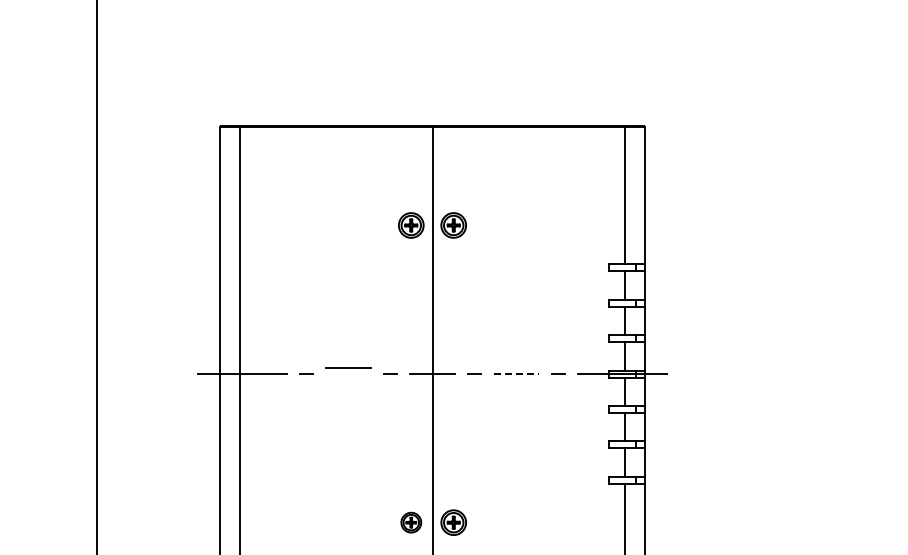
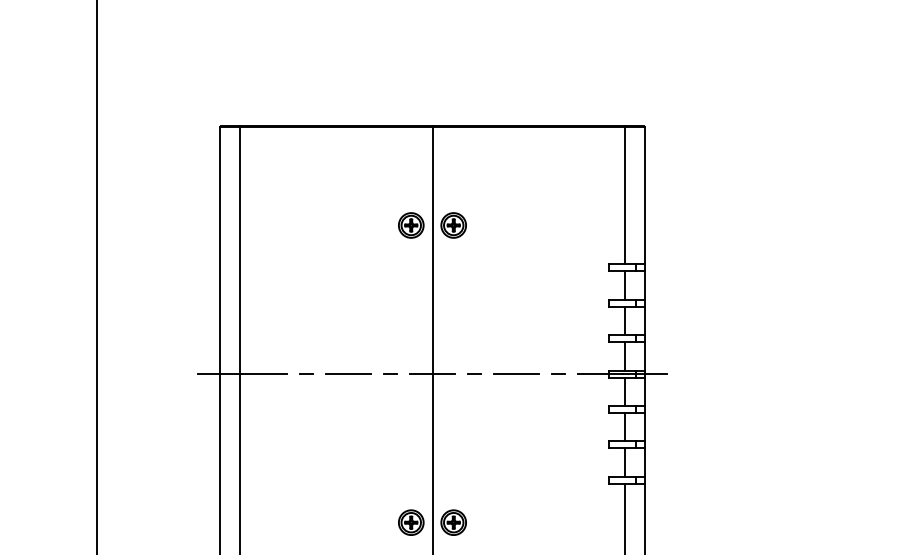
line at (348, 367) position: (348, 367) -> (348, 373)
line at (517, 374): dashed -> solid
part at (411, 522) size: 23x23 px -> 27x27 px
